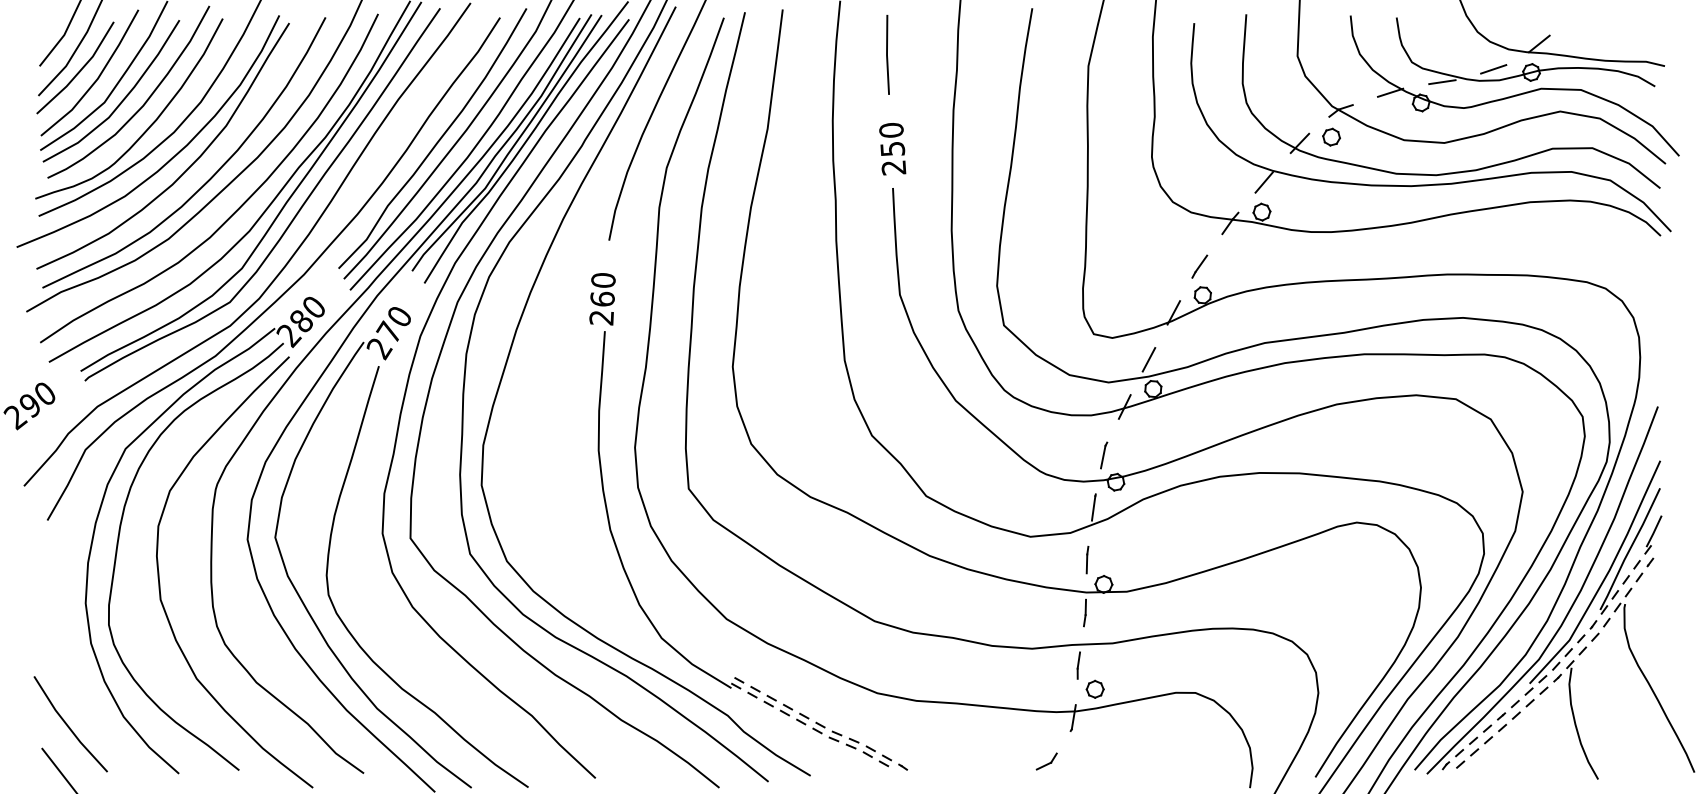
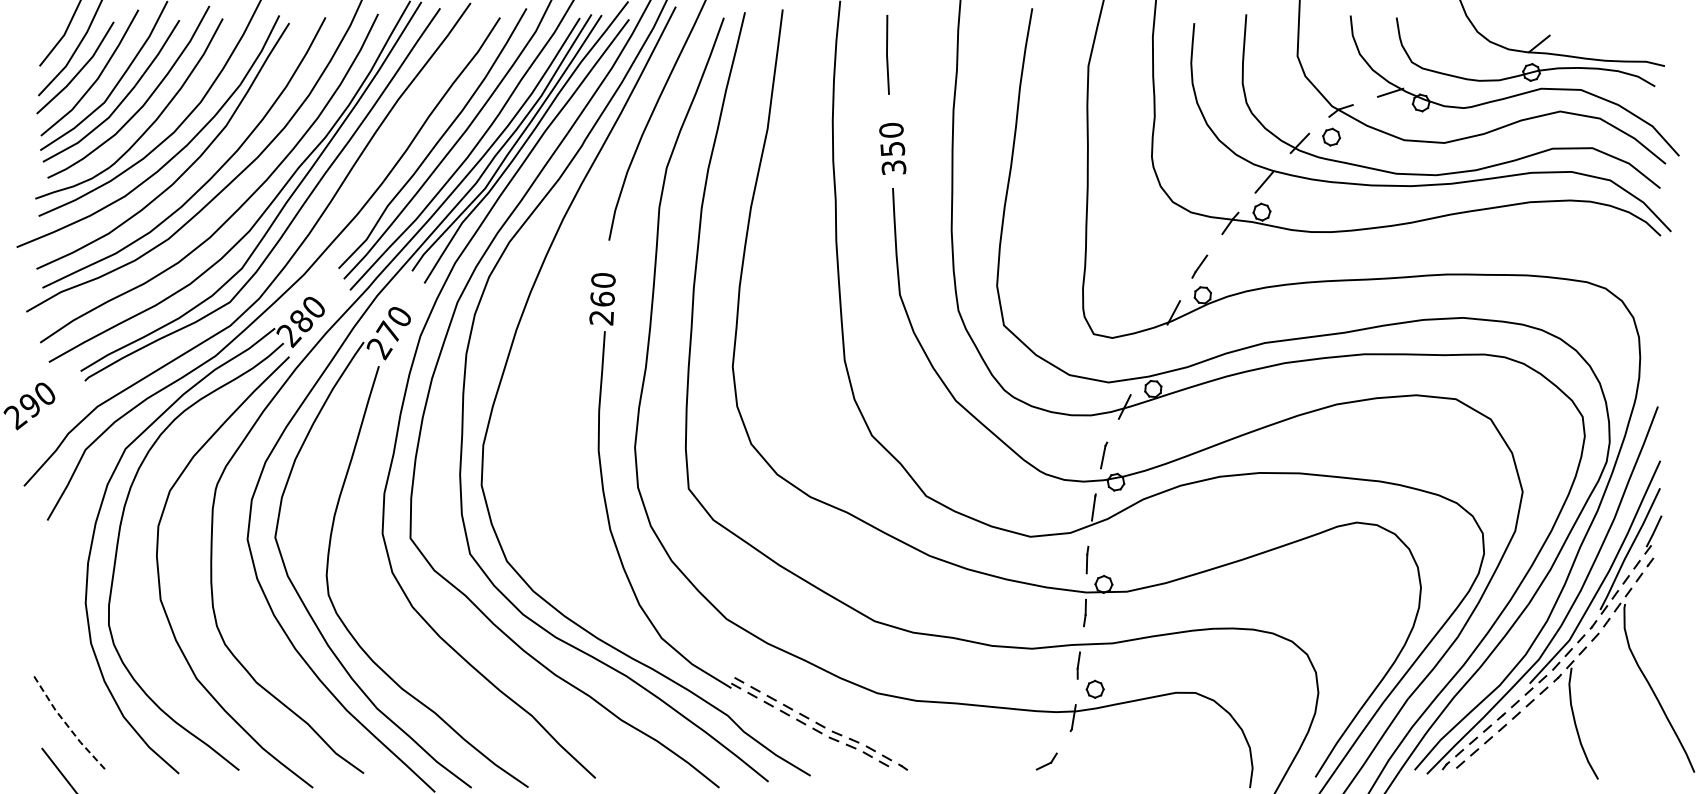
line at (1493, 69): present -> none
line at (1442, 82): present -> none
text at (893, 167): 250 -> 350
line at (1148, 359): present -> none
line at (68, 726): solid -> dashed
